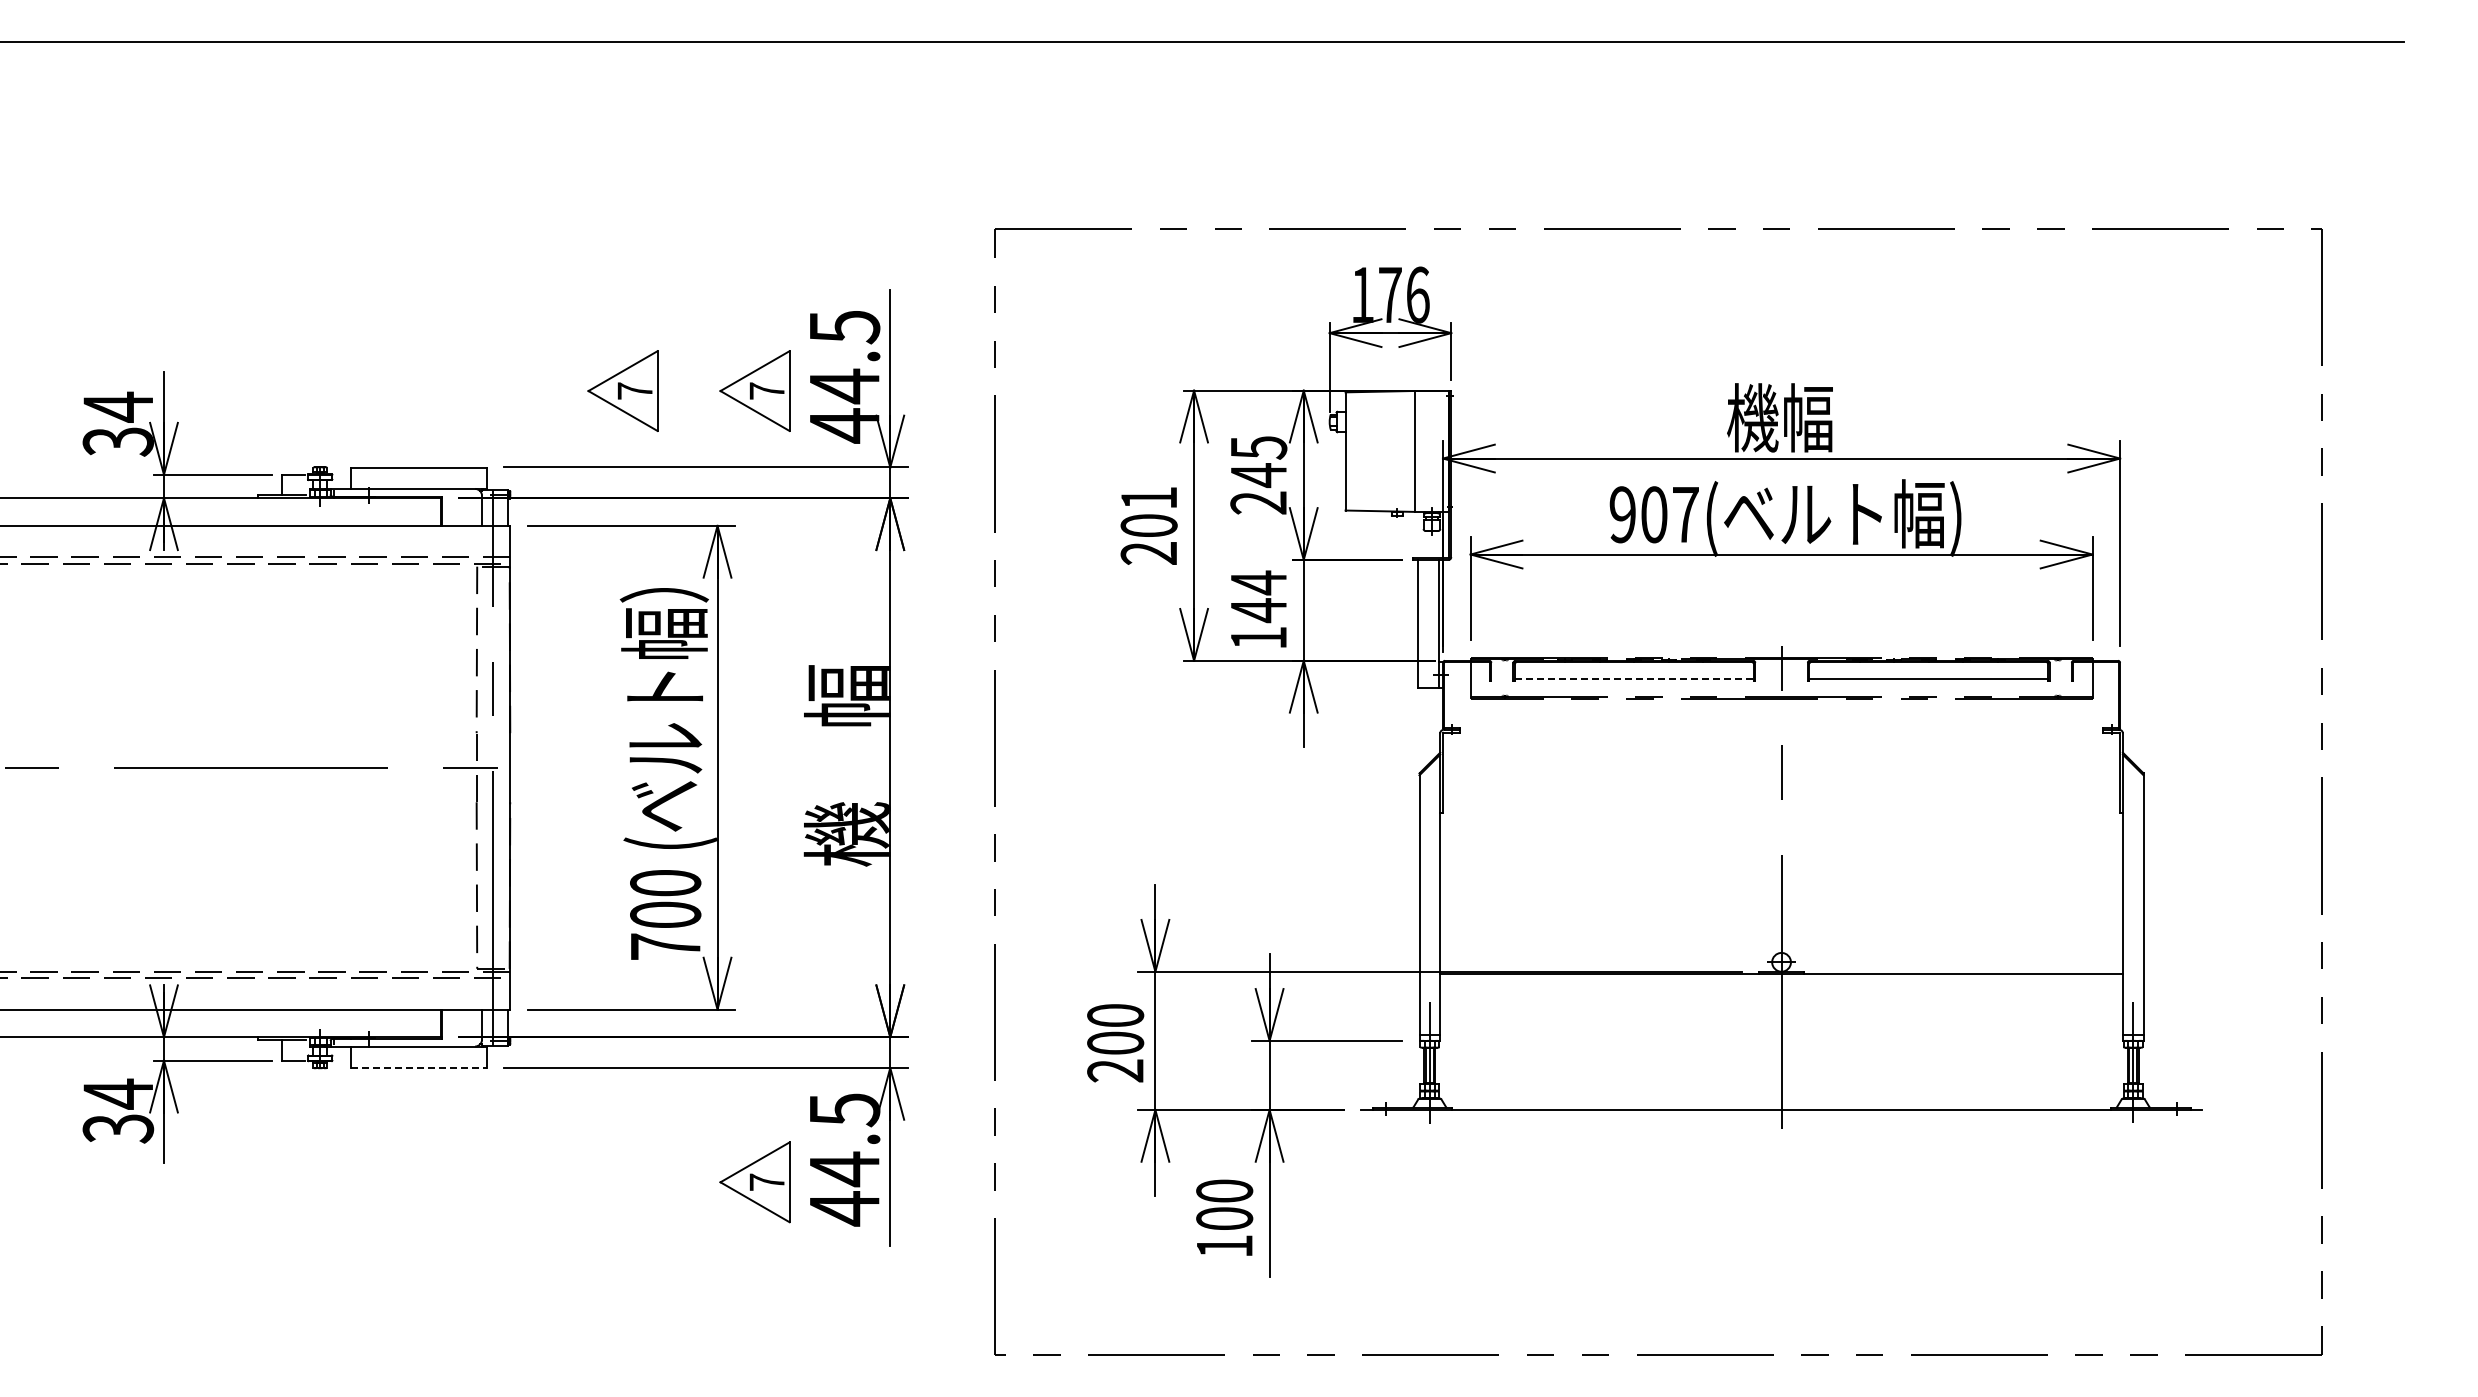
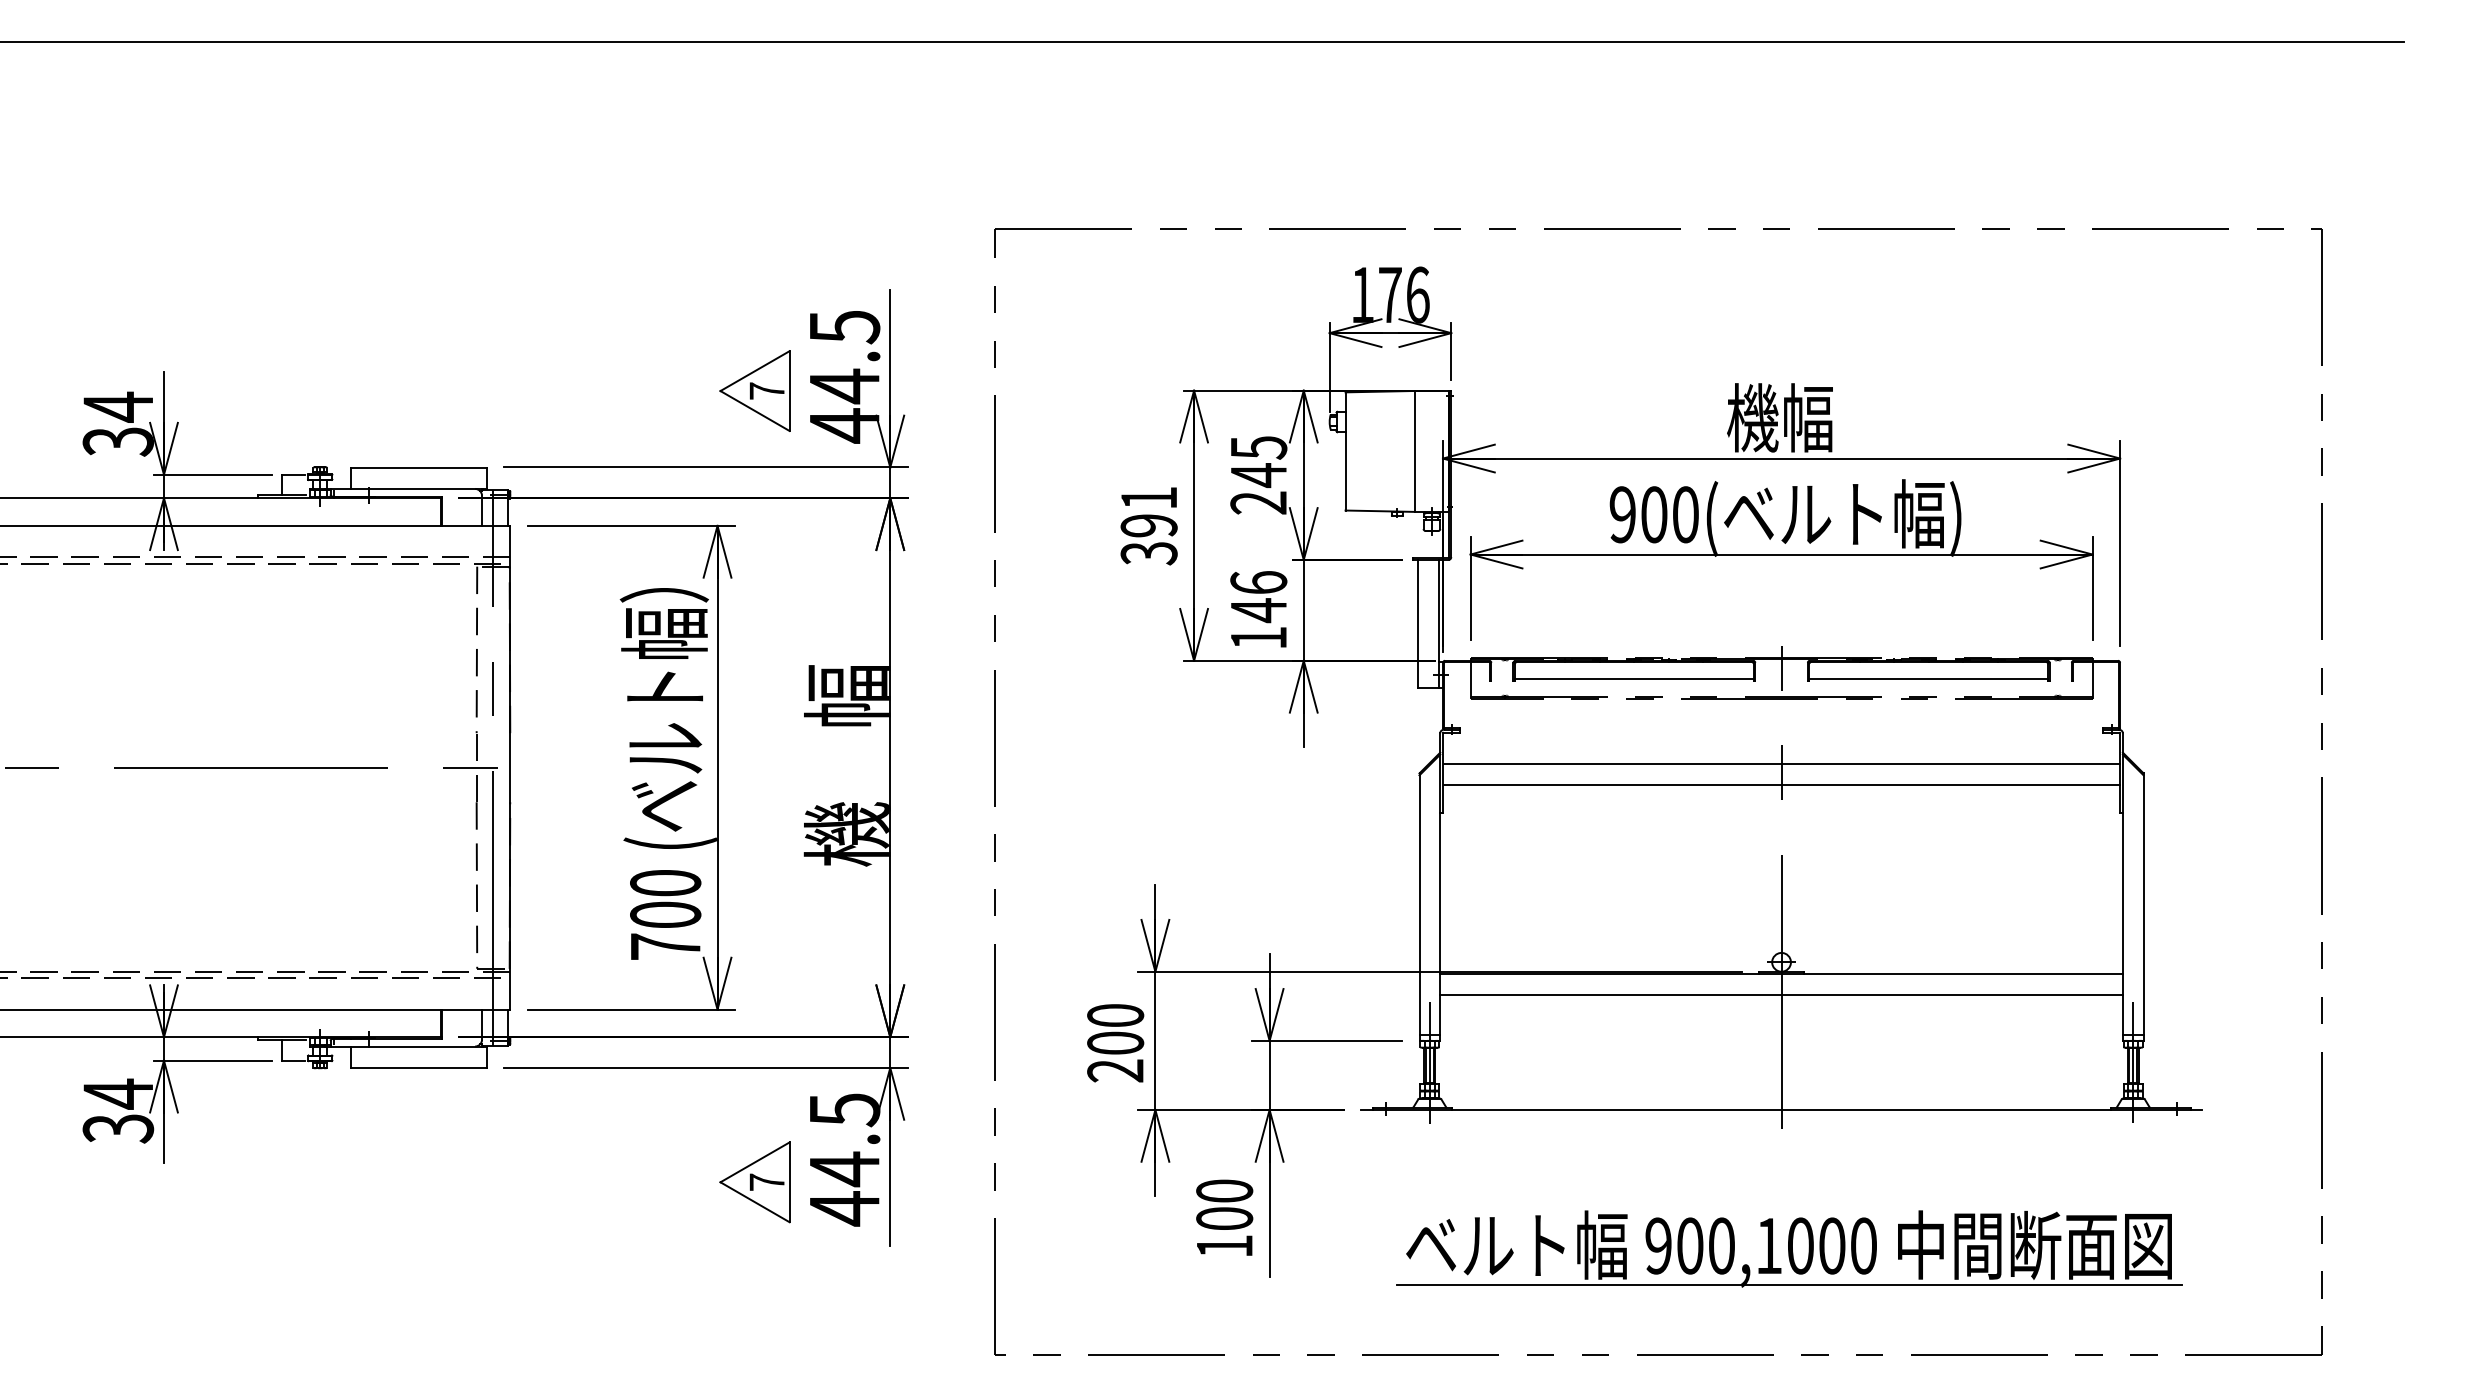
part at (622, 390): present -> none
text at (1685, 514): 907( -> 900(
text at (1148, 539): 201 -> 391
text at (1258, 582): 144 -> 146
line at (1634, 679): dashed -> solid
line at (1782, 764): none -> present
line at (1782, 785): none -> present
line at (1781, 994): none -> present
line at (419, 1067): dashed -> solid
part at (1789, 1248): none -> present
